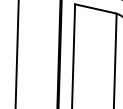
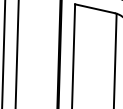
line at (3, 53): none -> present
